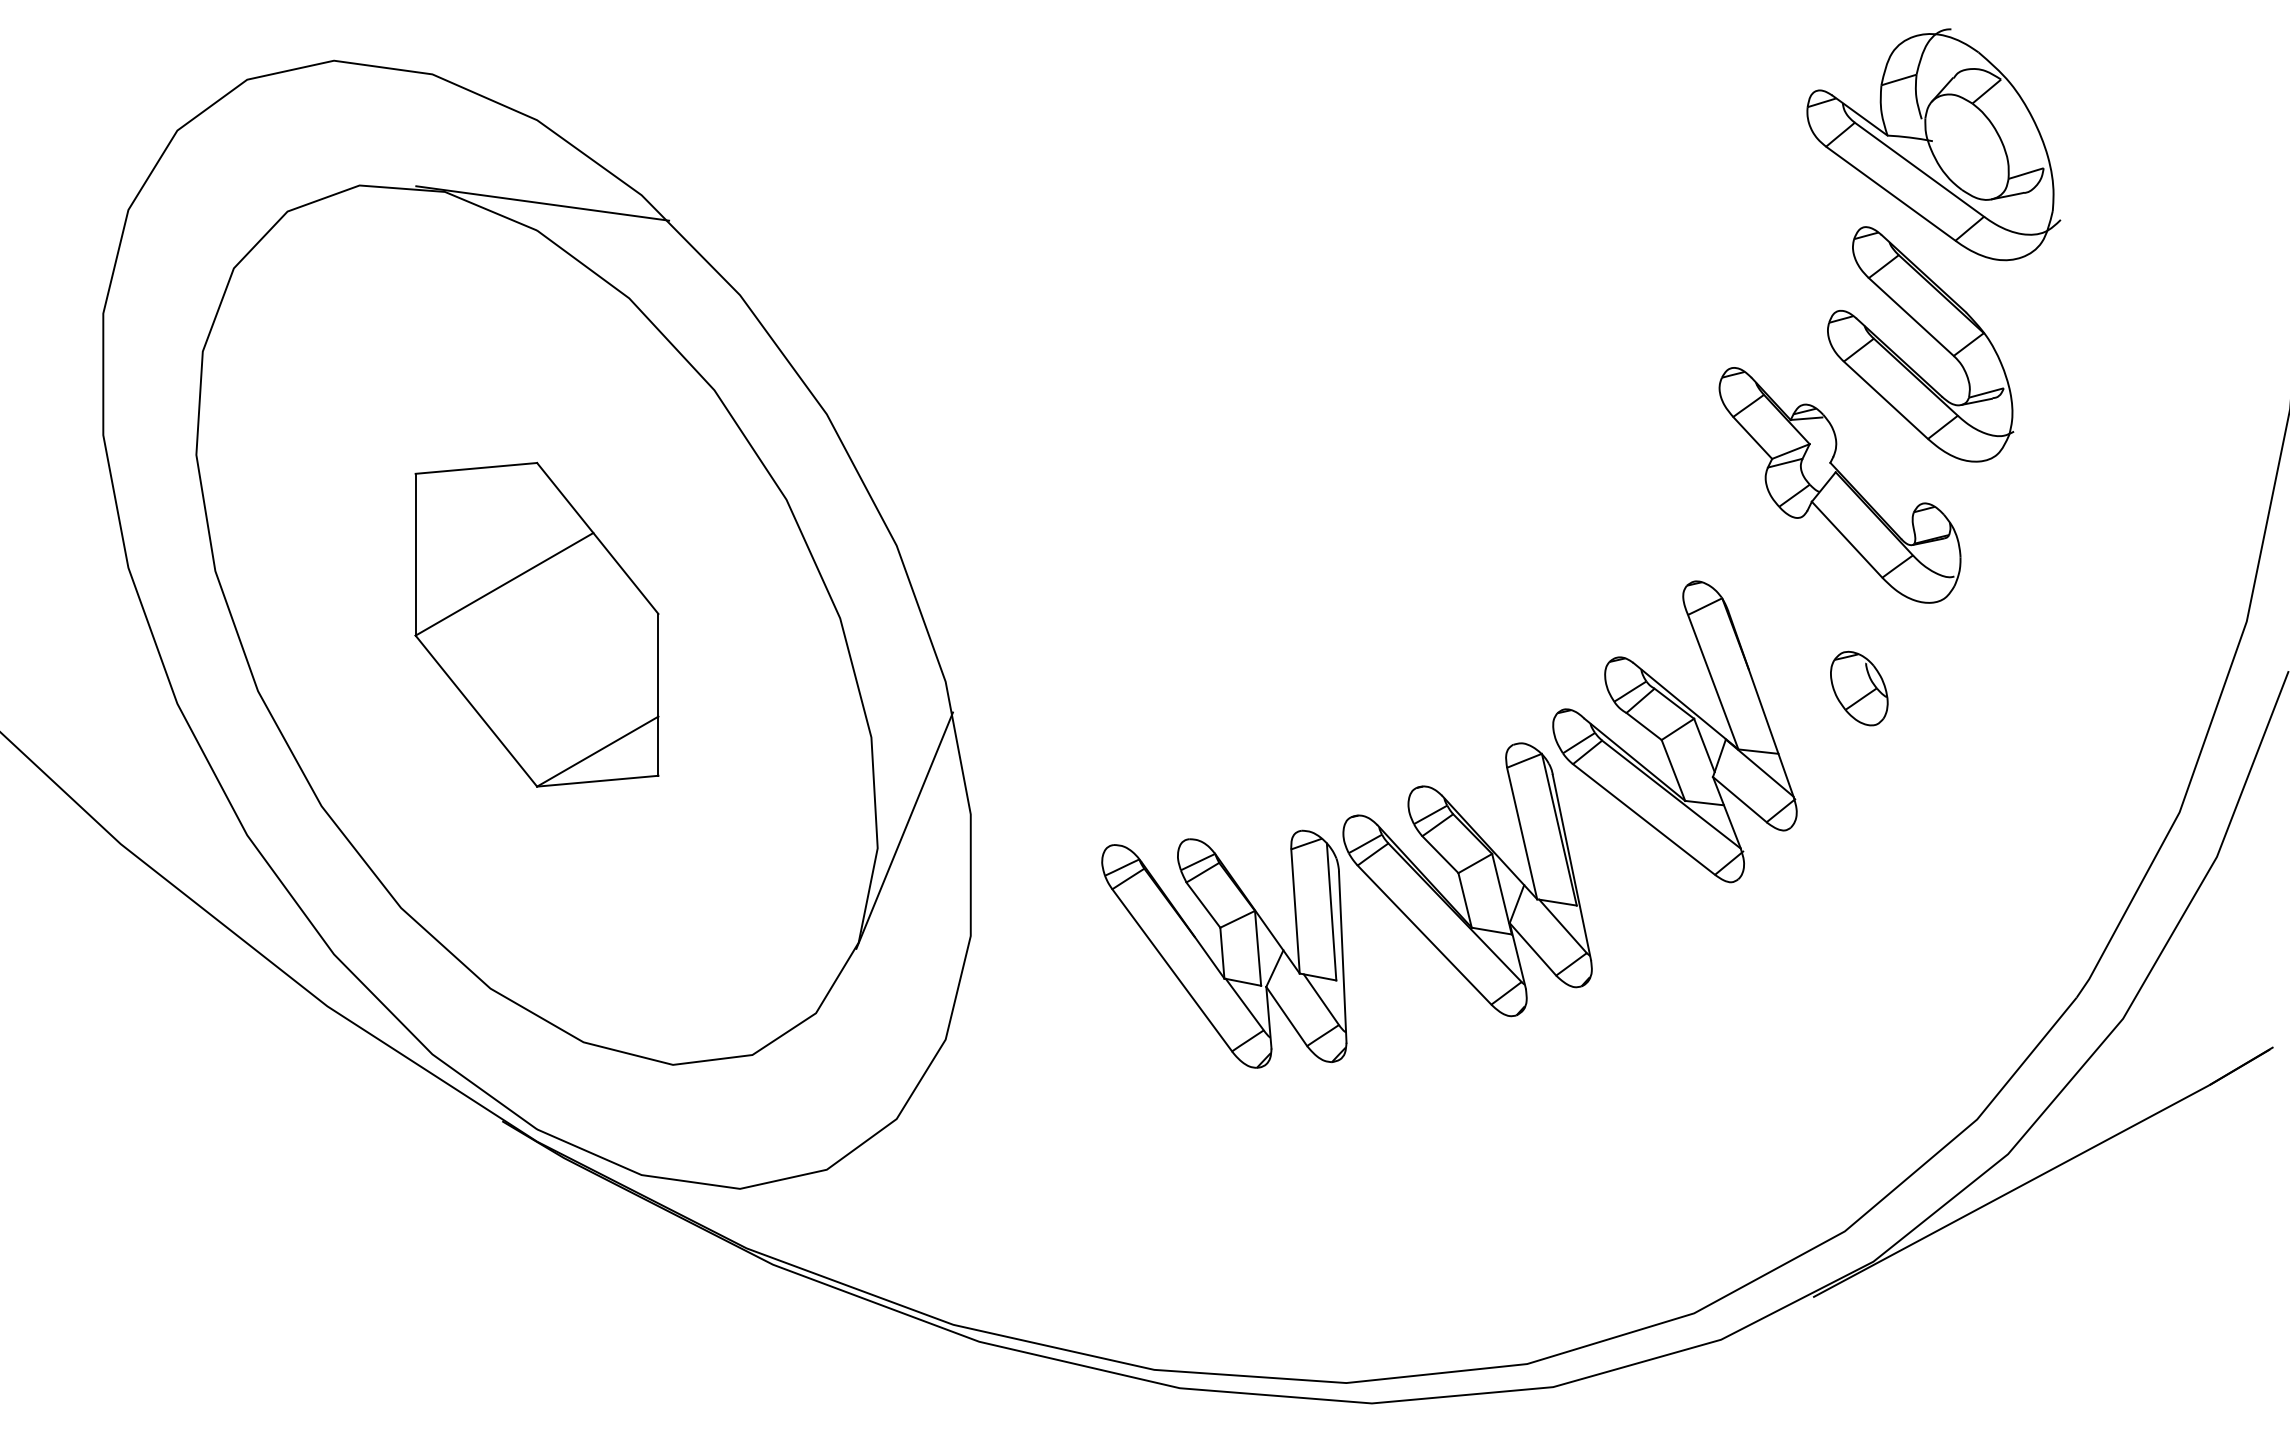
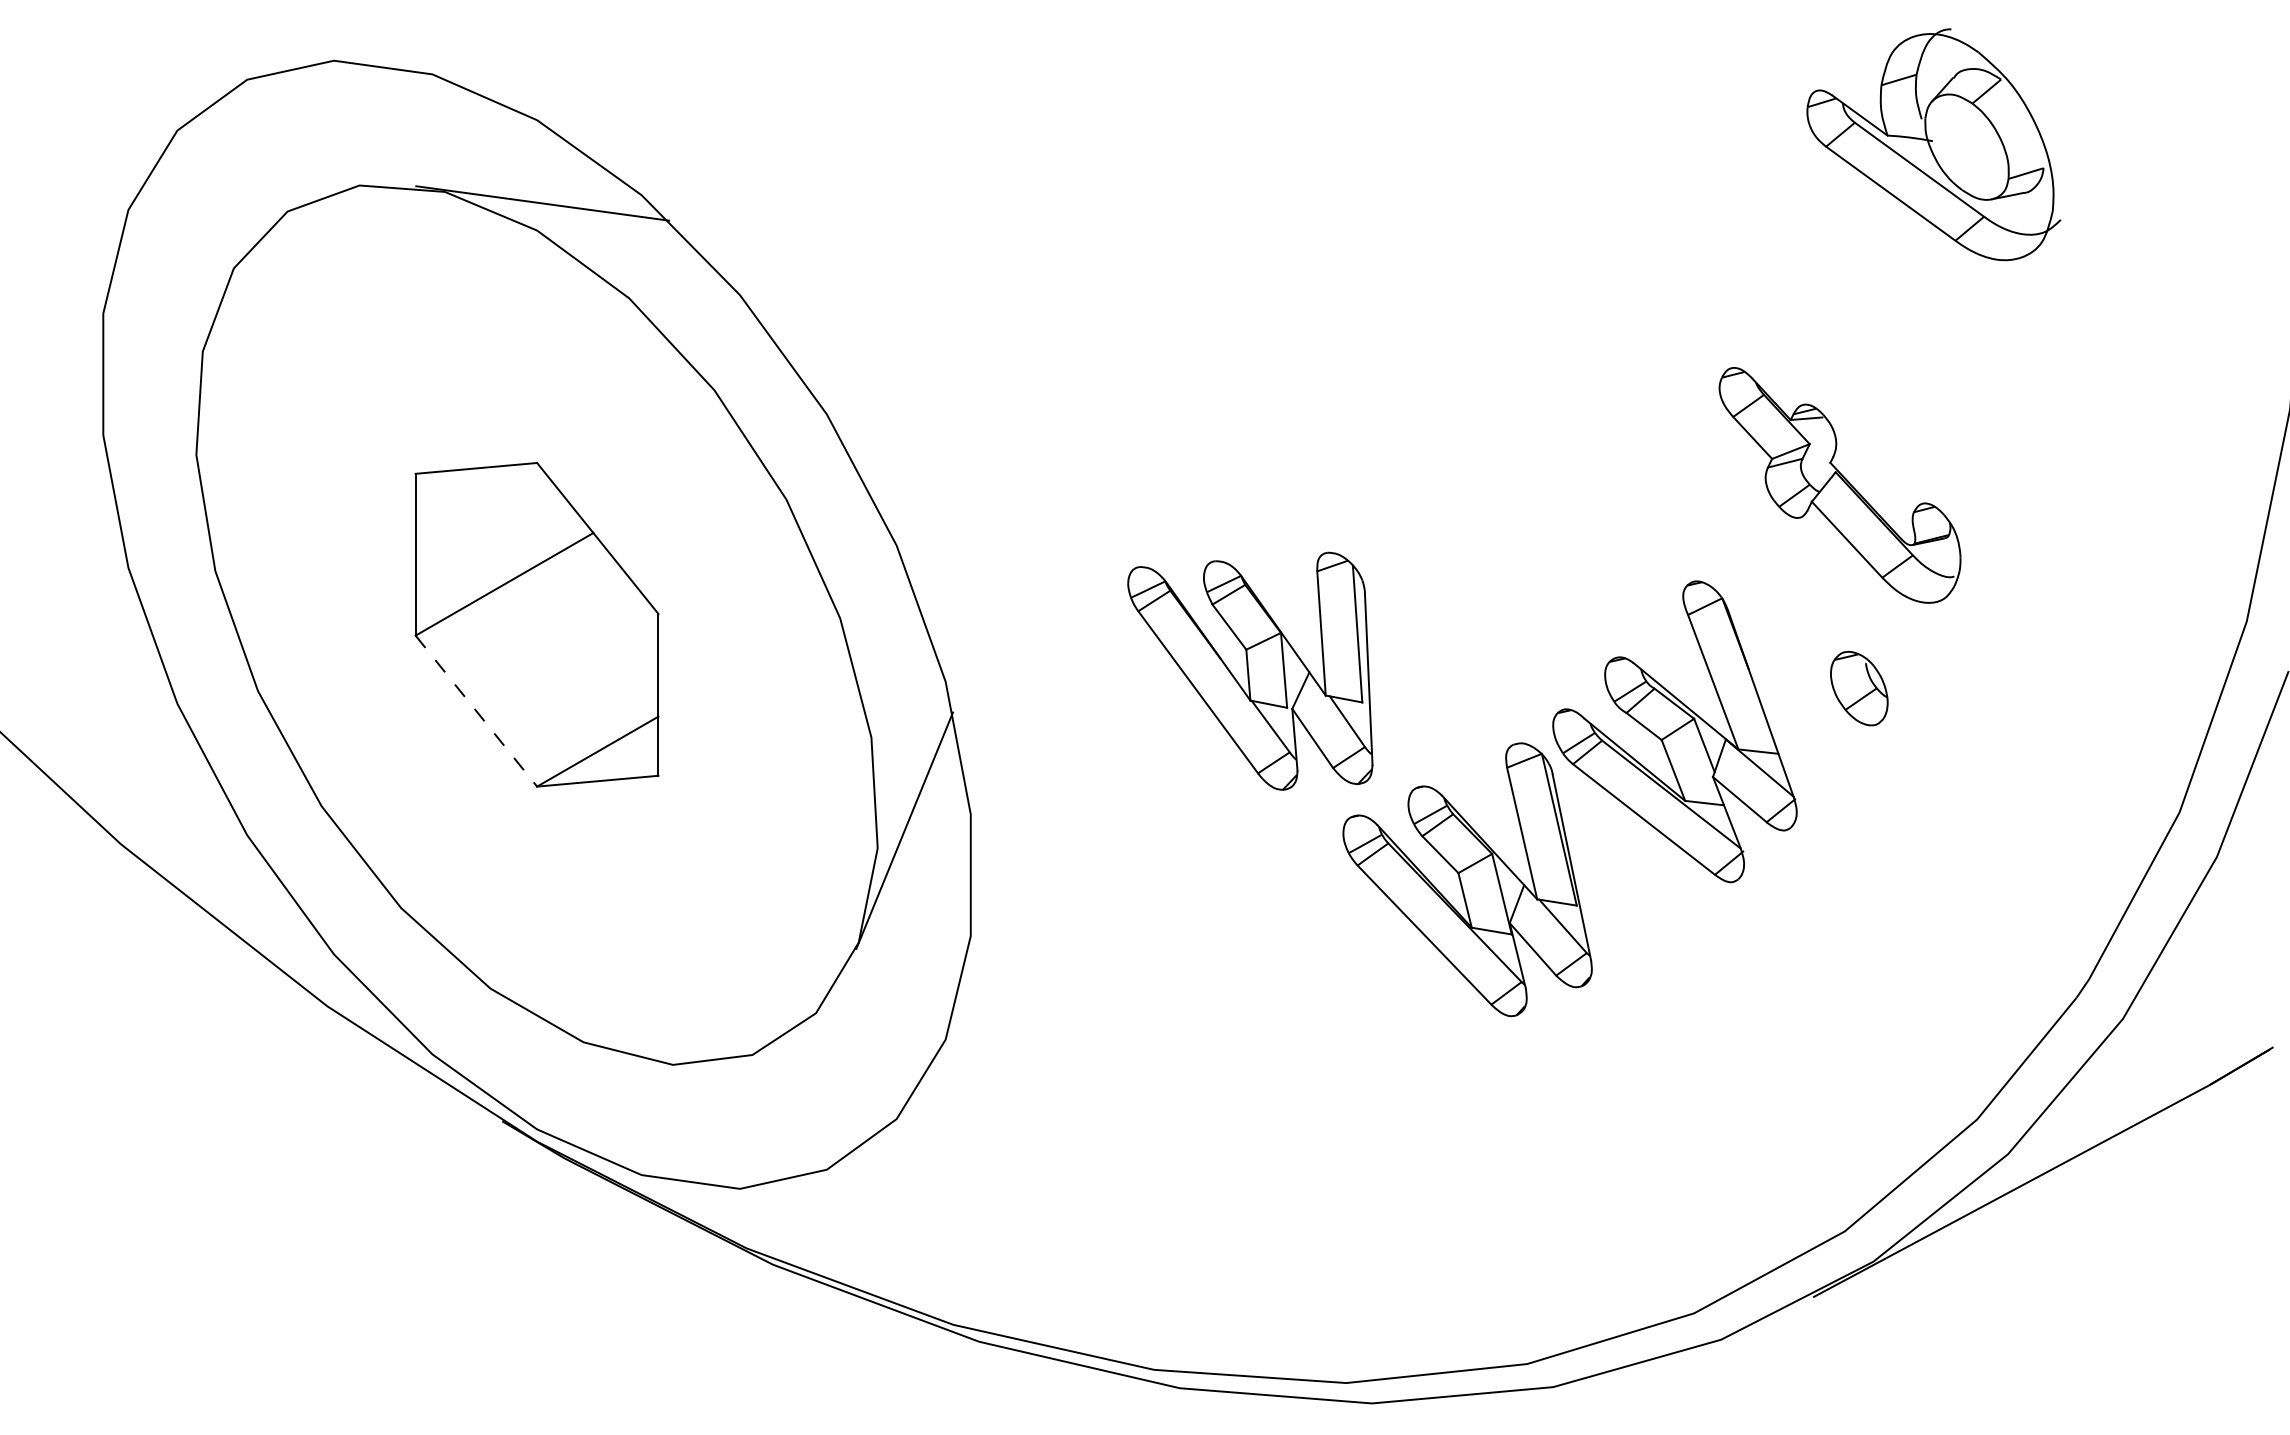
part at (1928, 334): present -> none
line at (476, 711): solid -> dashed
part at (1224, 948) position: (1224, 948) -> (1250, 670)
